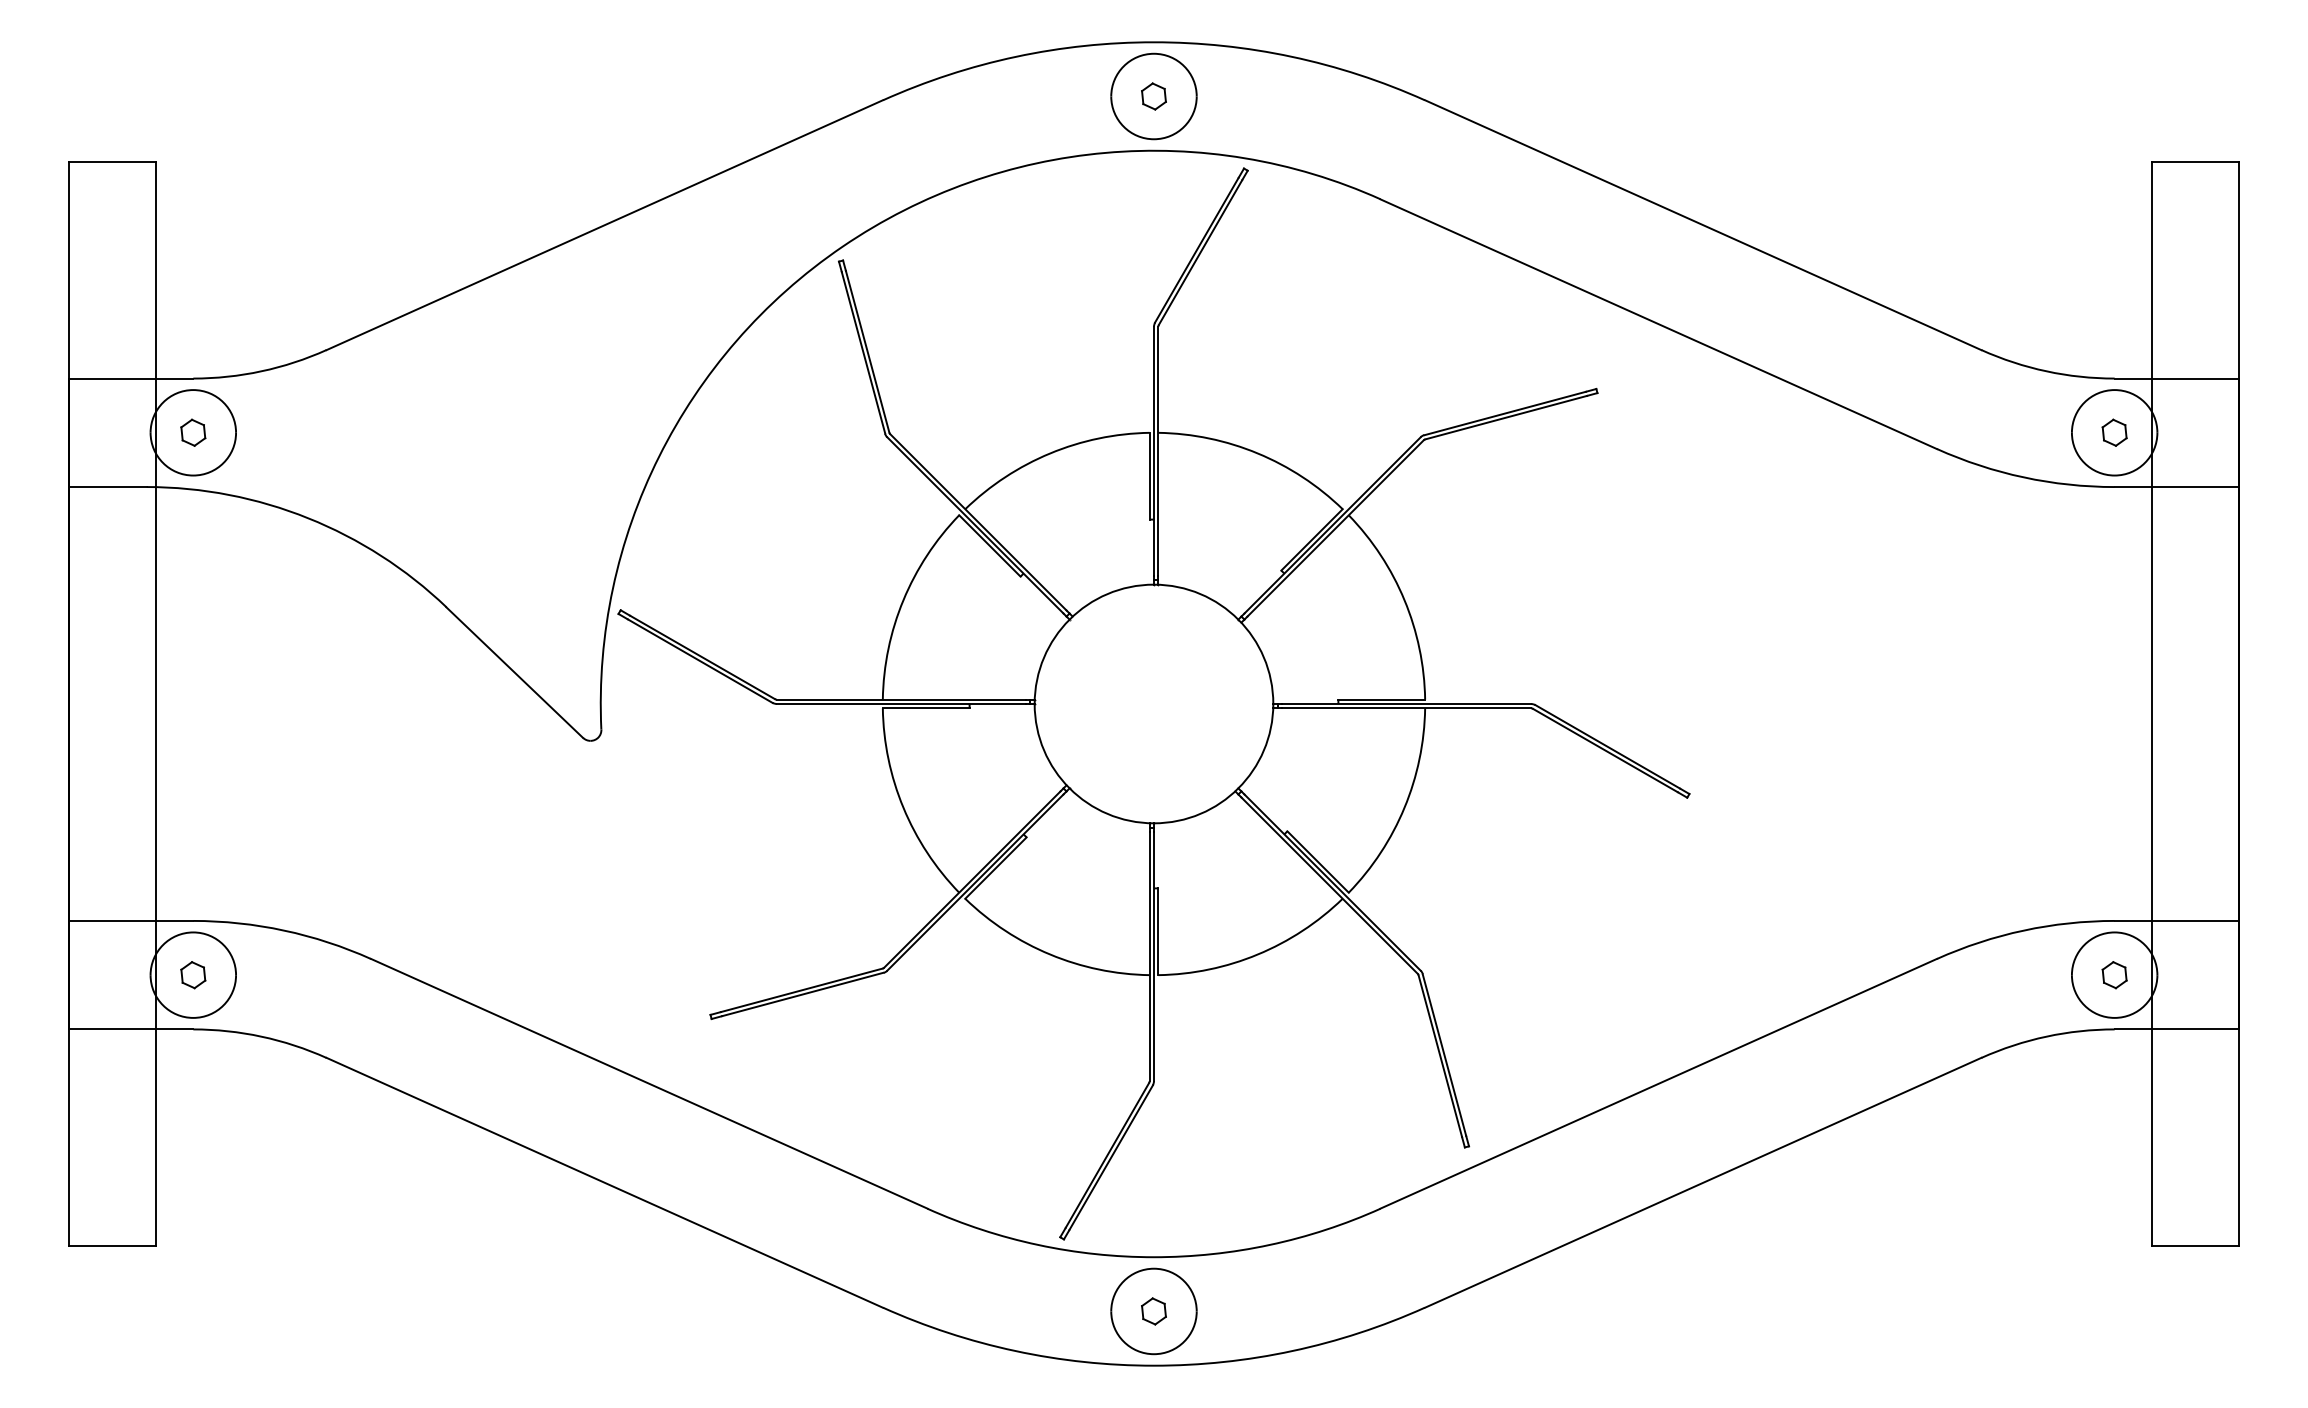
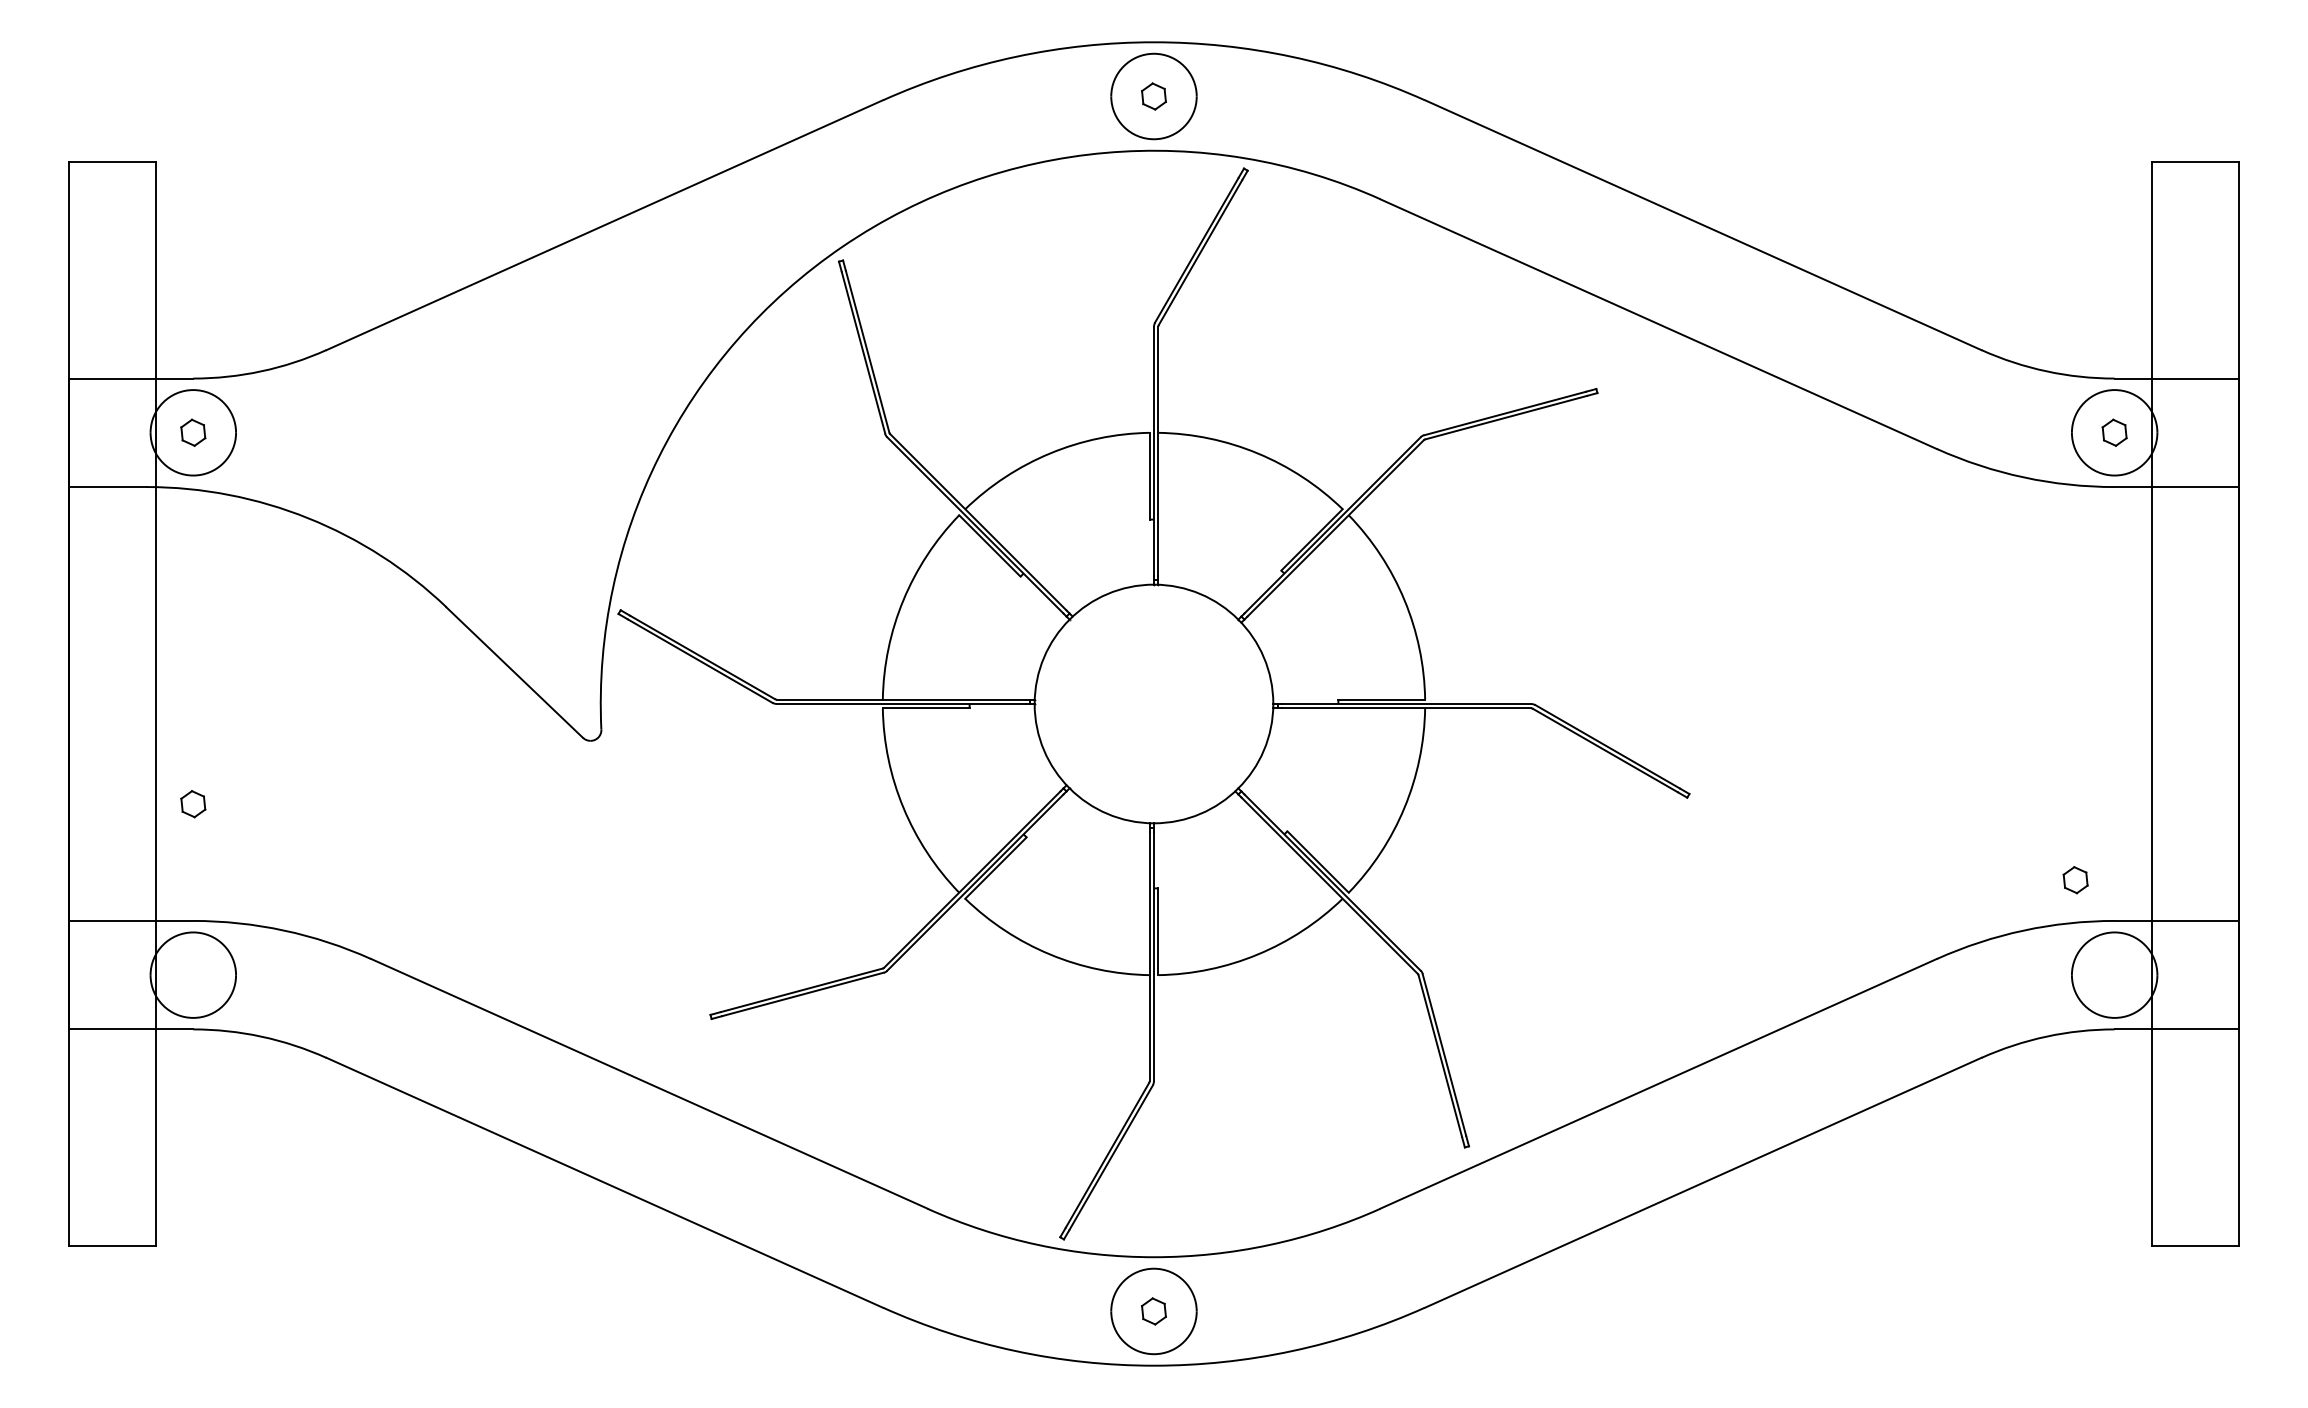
part at (193, 975) position: (193, 975) -> (193, 804)
part at (2114, 975) position: (2114, 975) -> (2075, 880)
